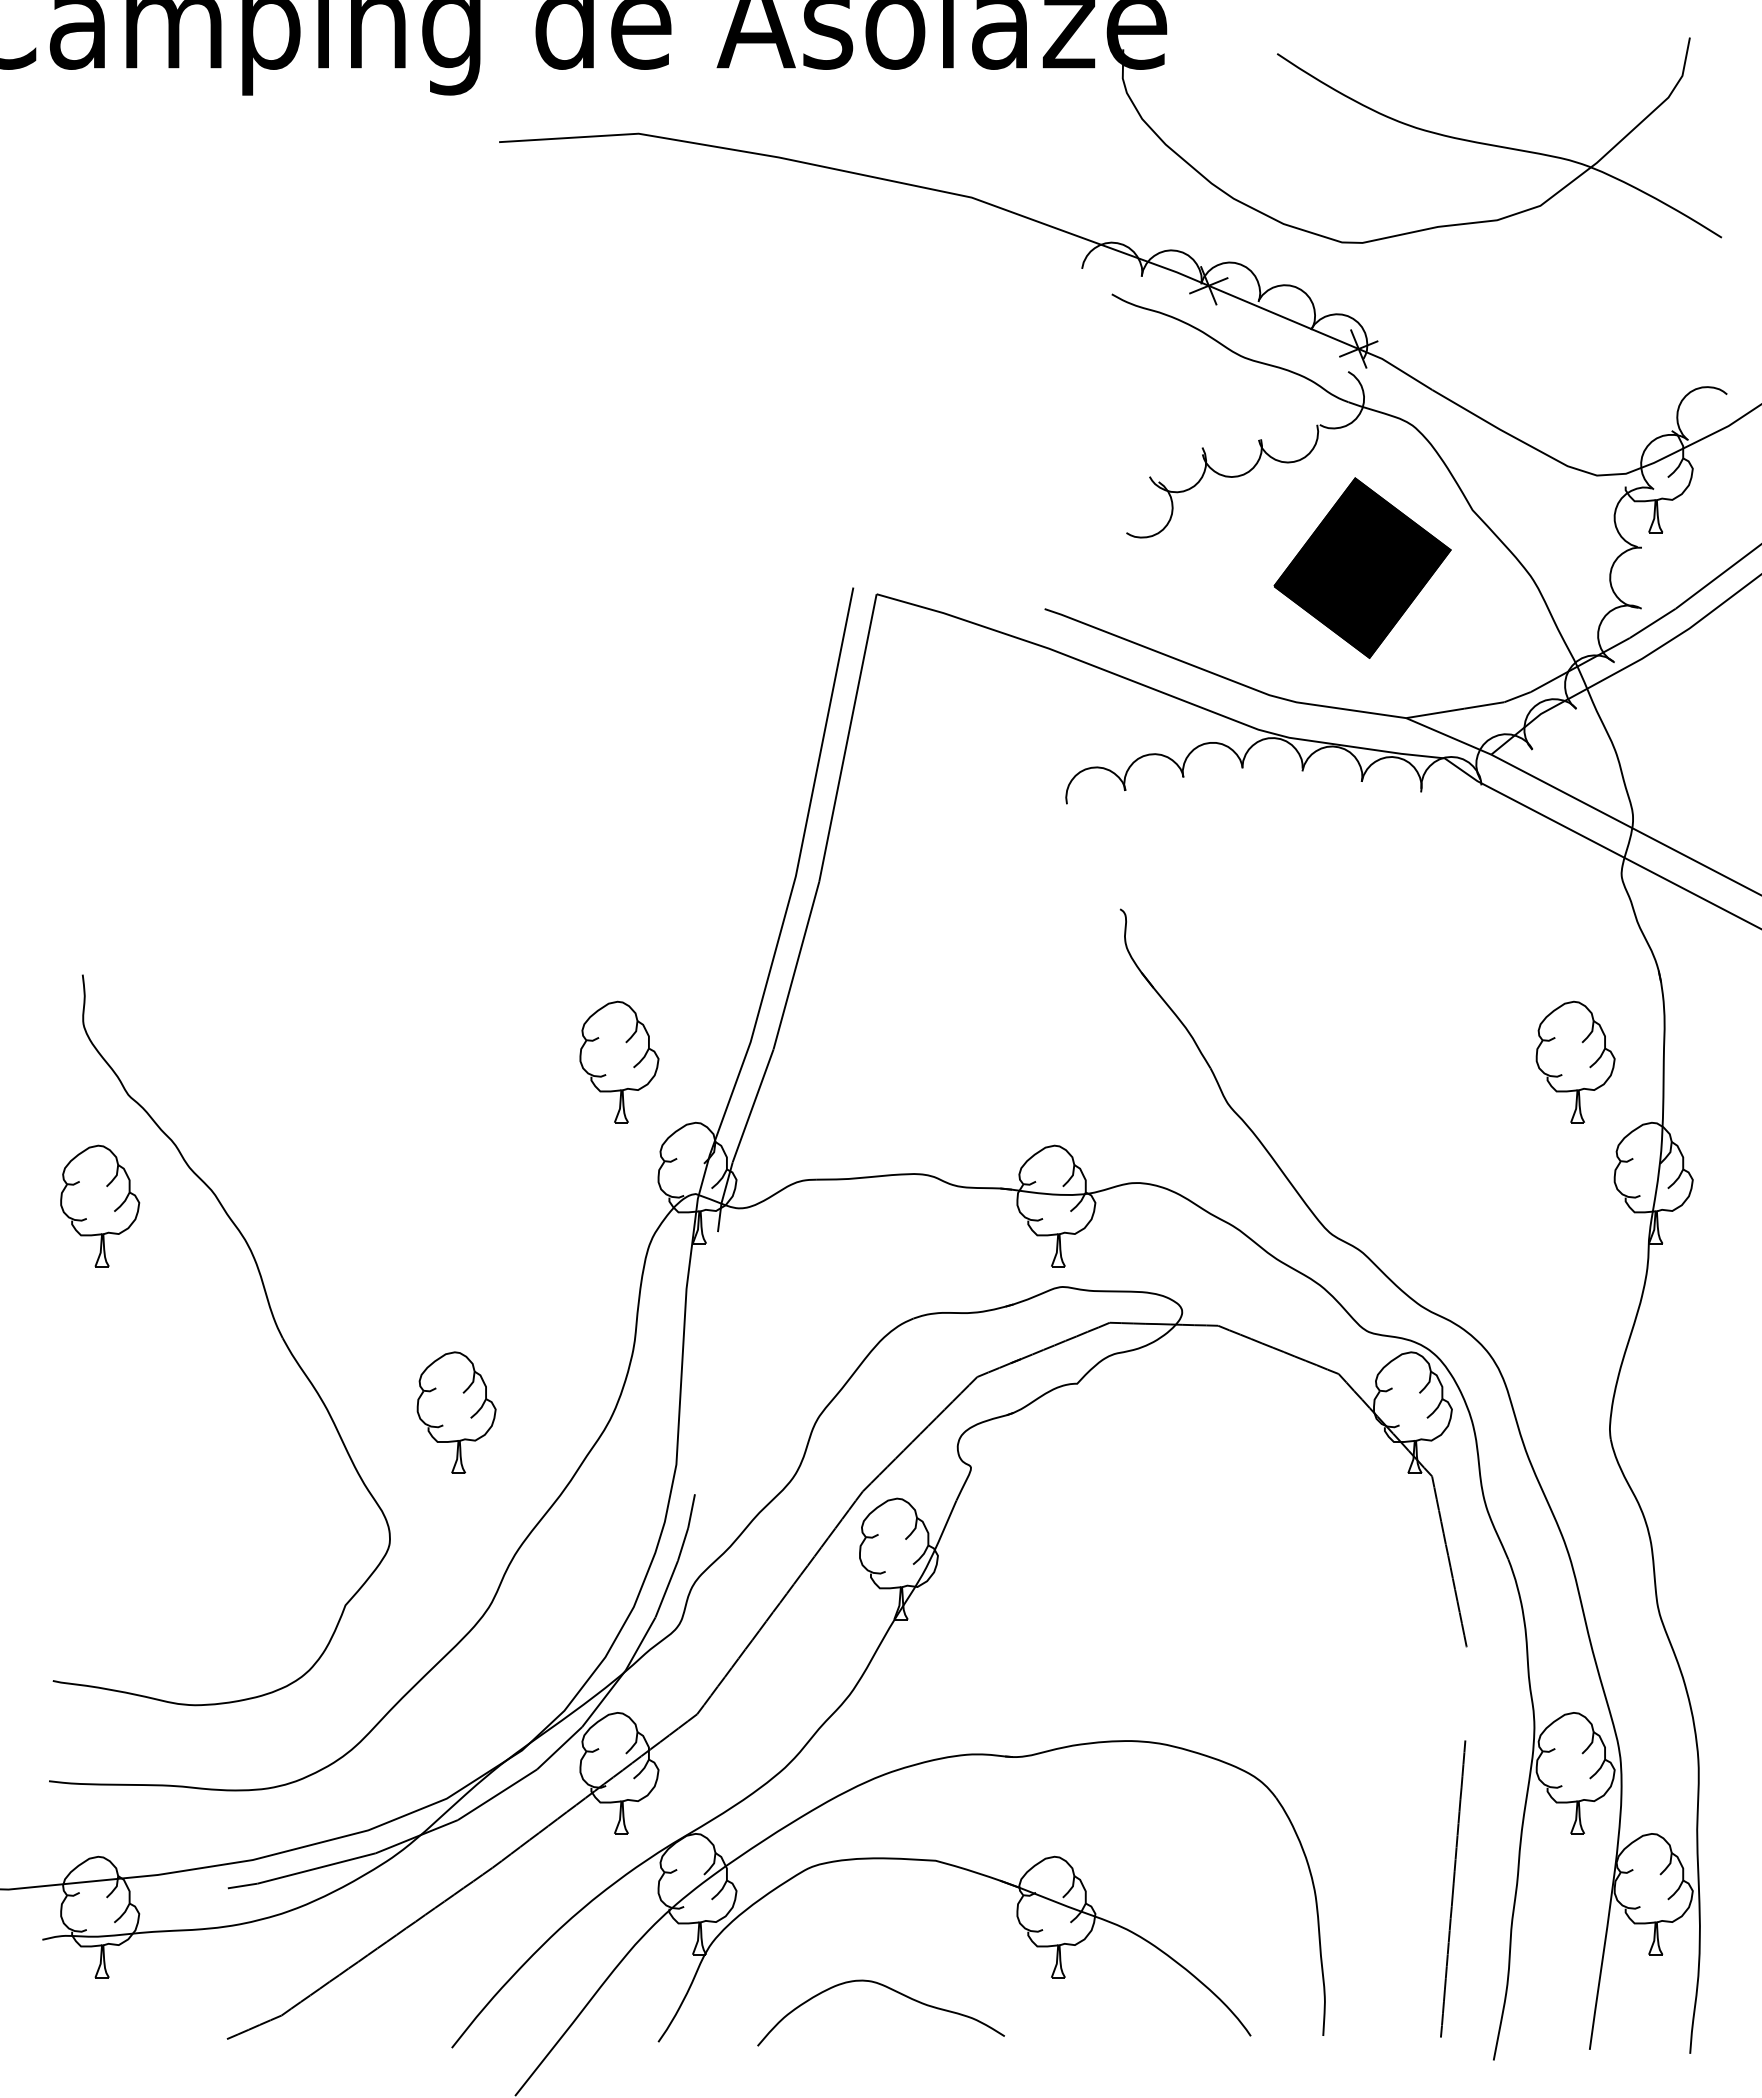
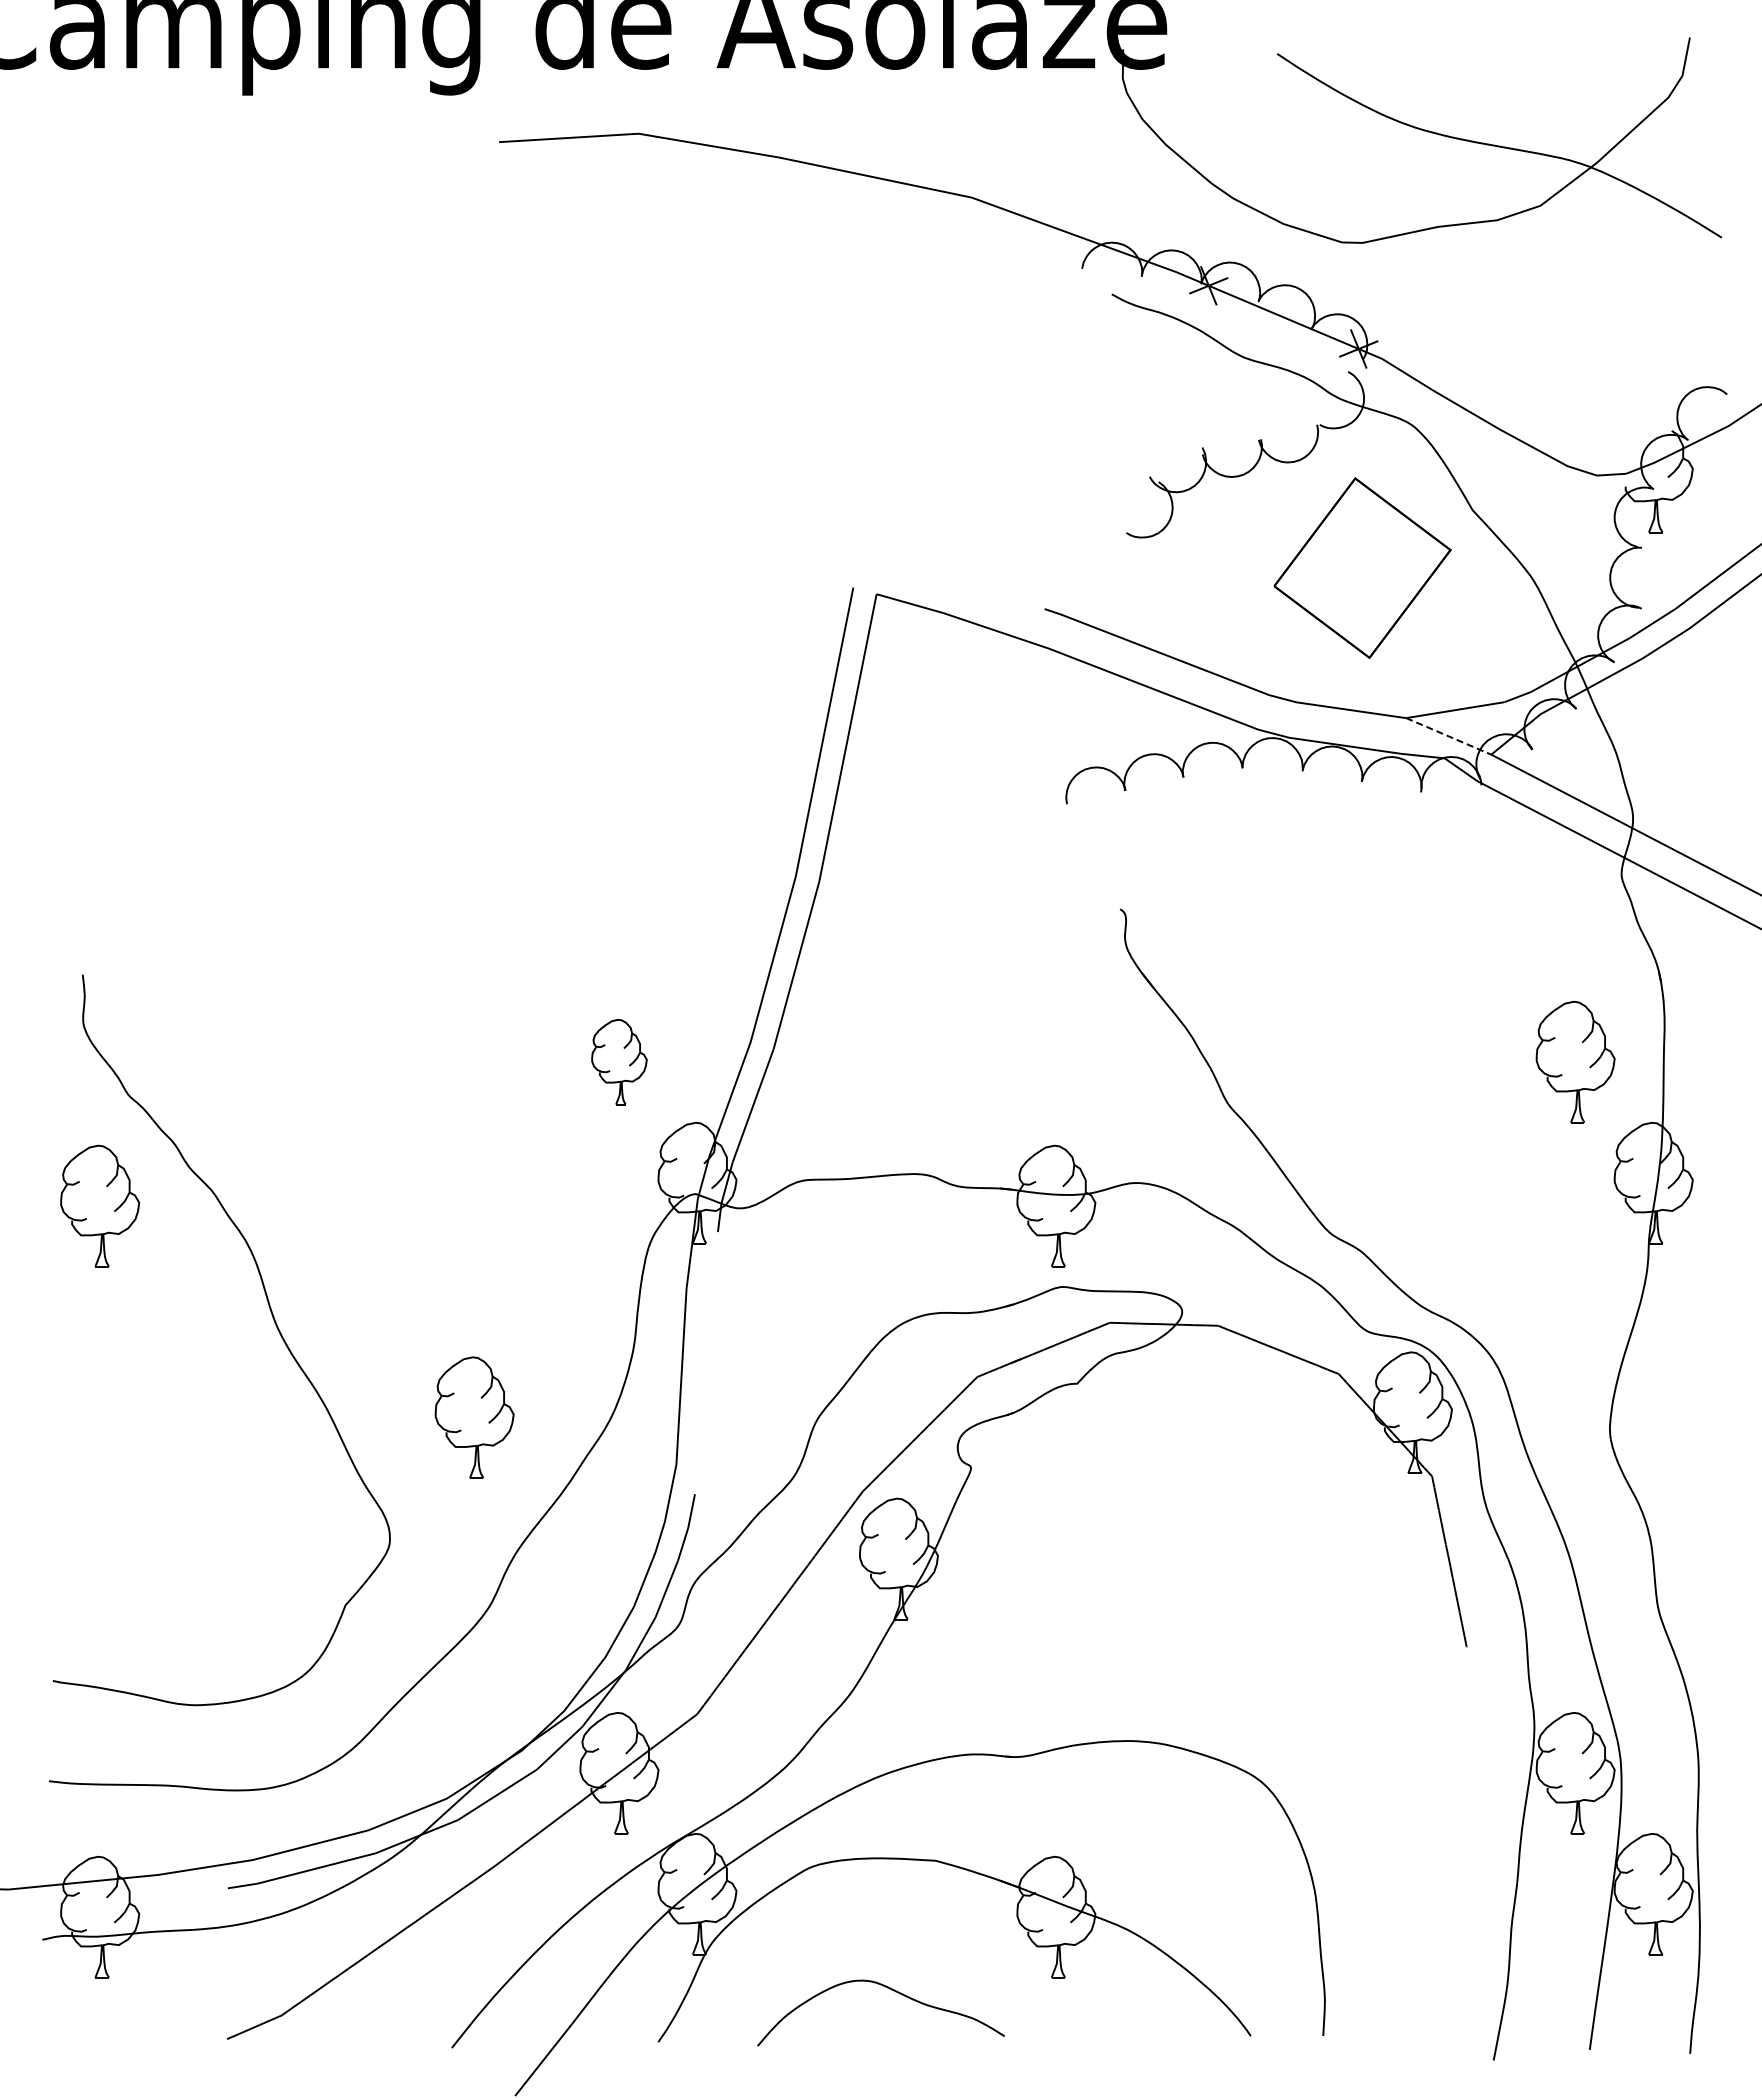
fill at (1362, 567): present -> none
line at (1449, 736): solid -> dashed
part at (619, 1061) size: 81x124 px -> 57x87 px
part at (456, 1412) position: (456, 1412) -> (474, 1417)
line at (1453, 1888): present -> none
